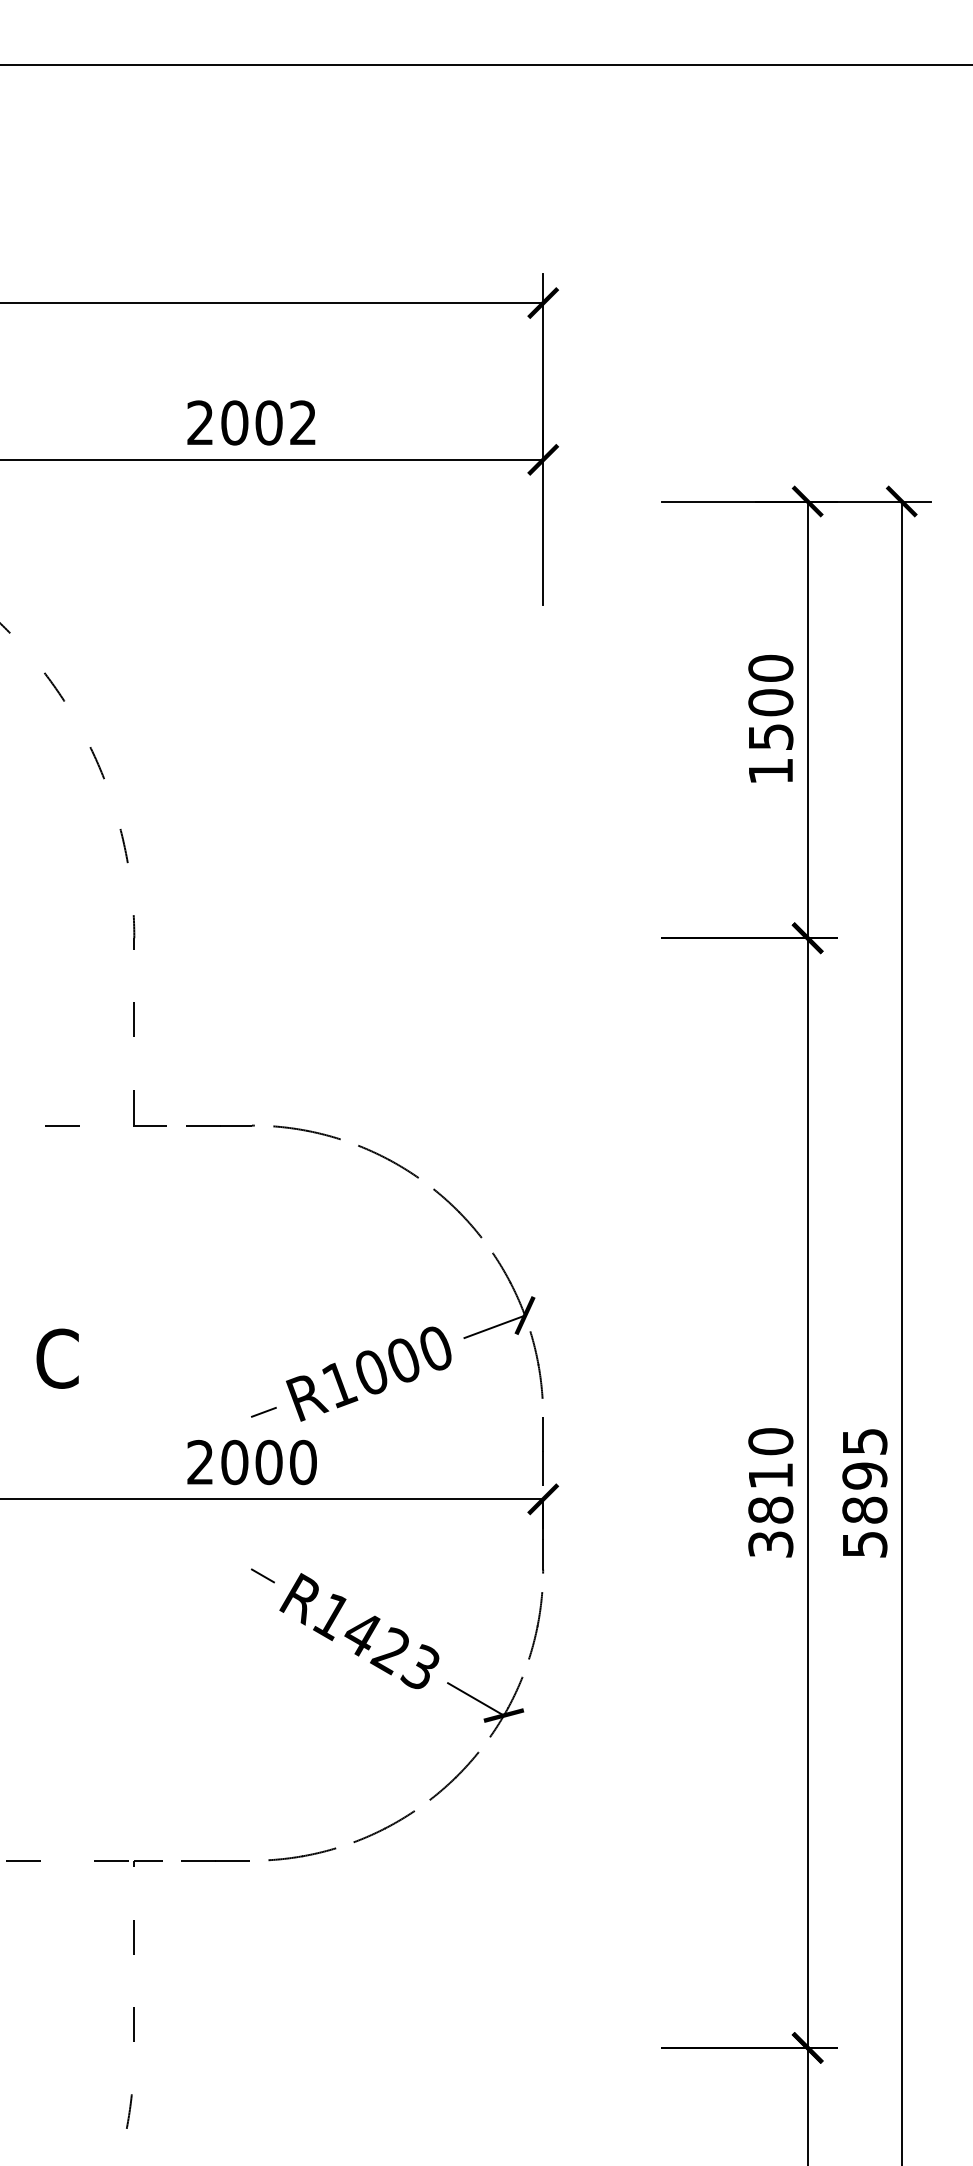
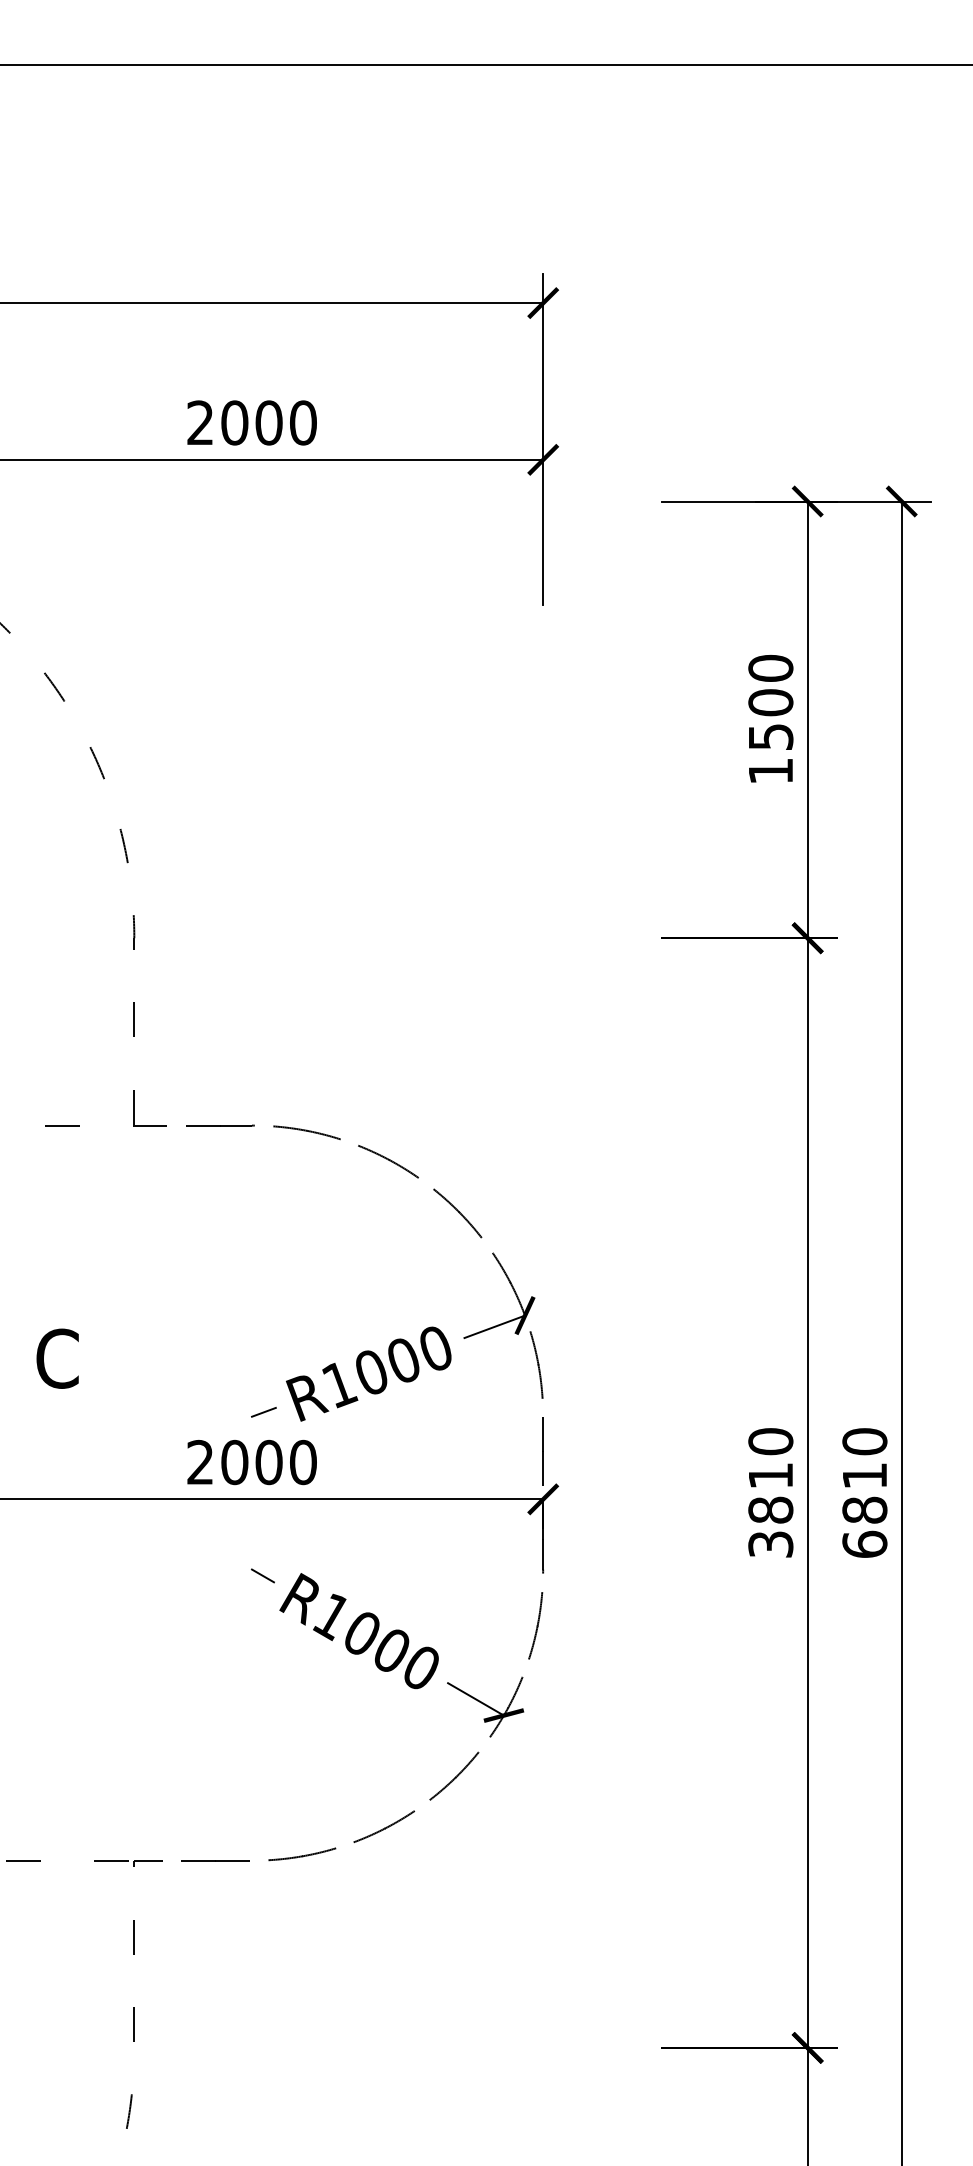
text at (303, 422): 2002 -> 2000
text at (864, 1492): 5895 -> 6810
text at (391, 1650): R1423 -> R1000
